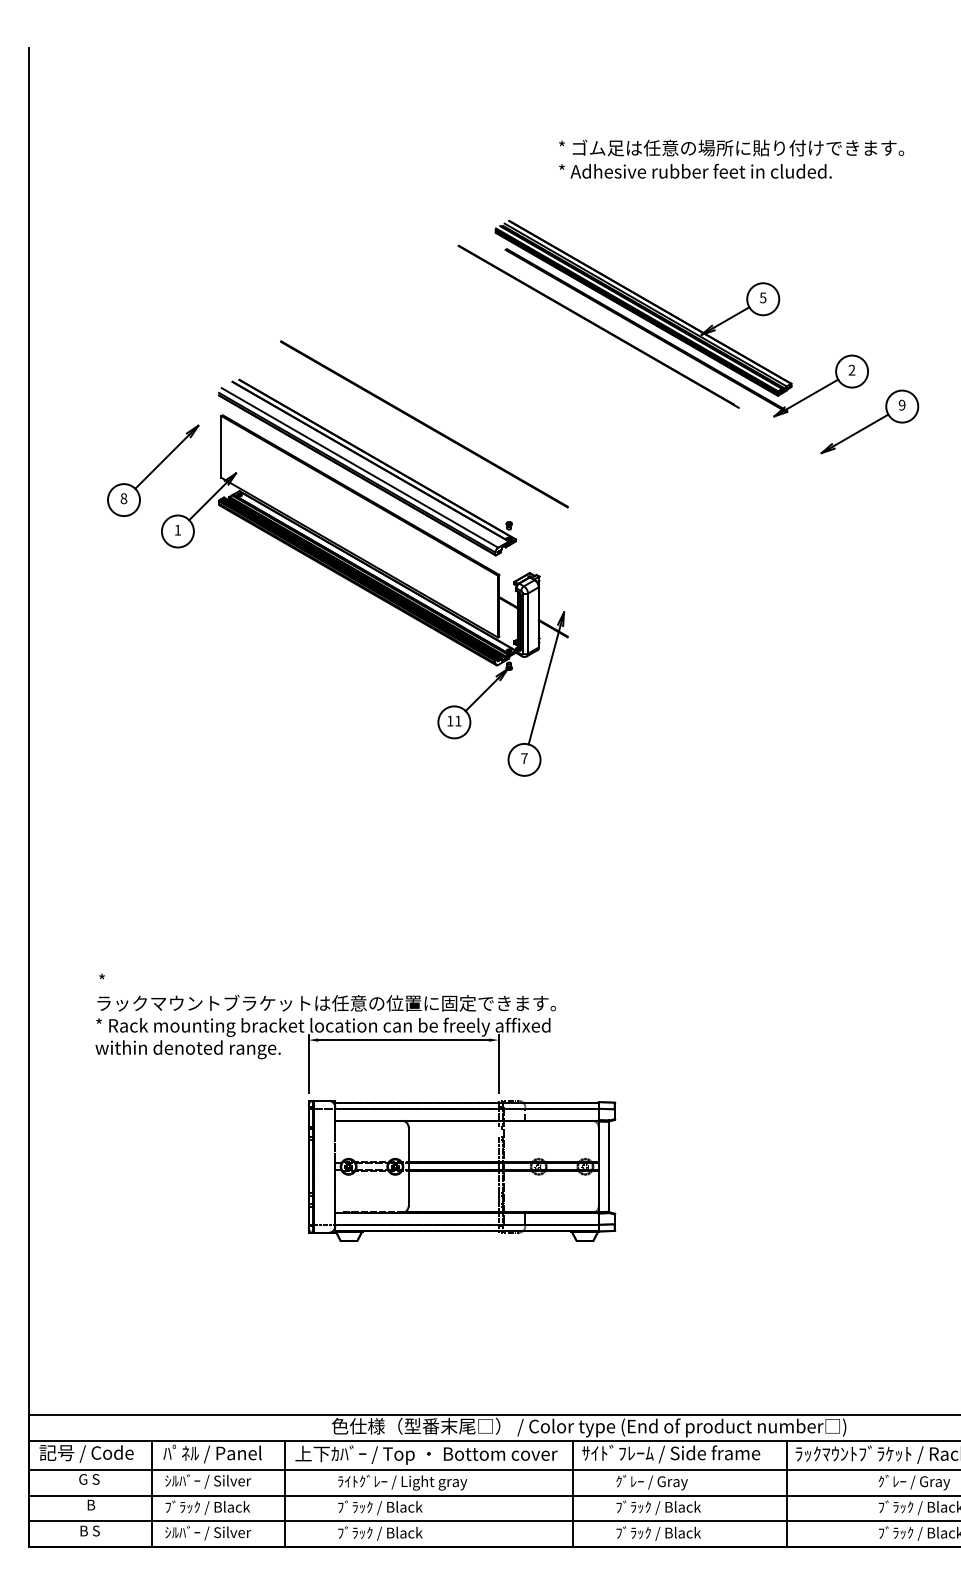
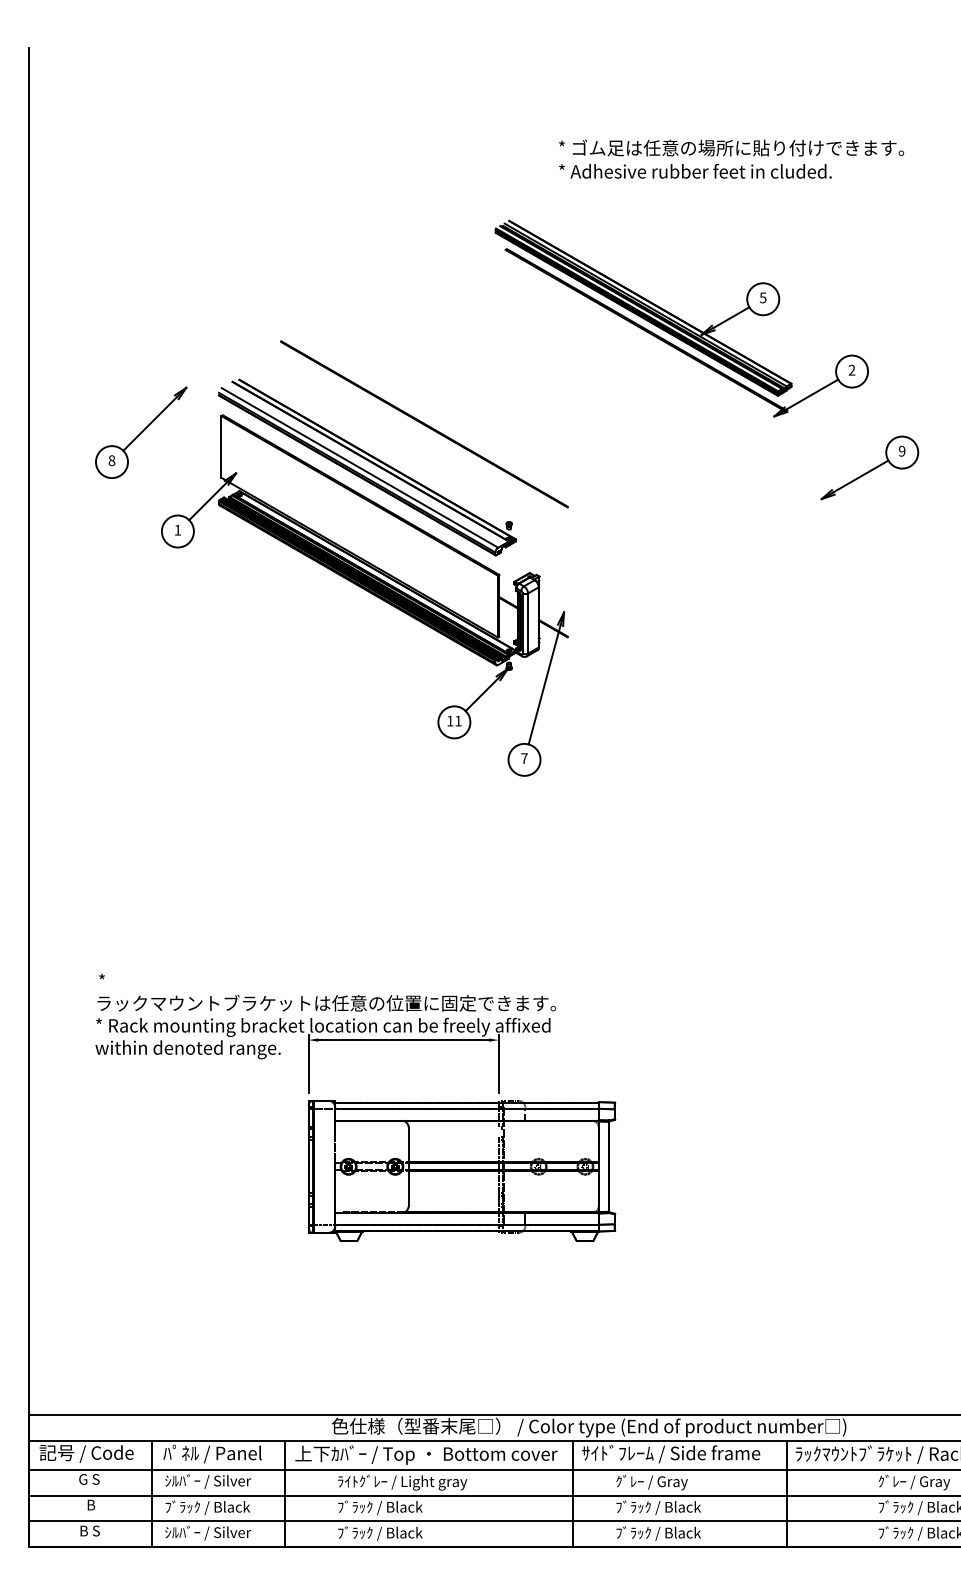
line at (598, 326): present -> none
part at (869, 421) position: (869, 421) -> (869, 467)
part at (153, 470) position: (153, 470) -> (141, 432)
